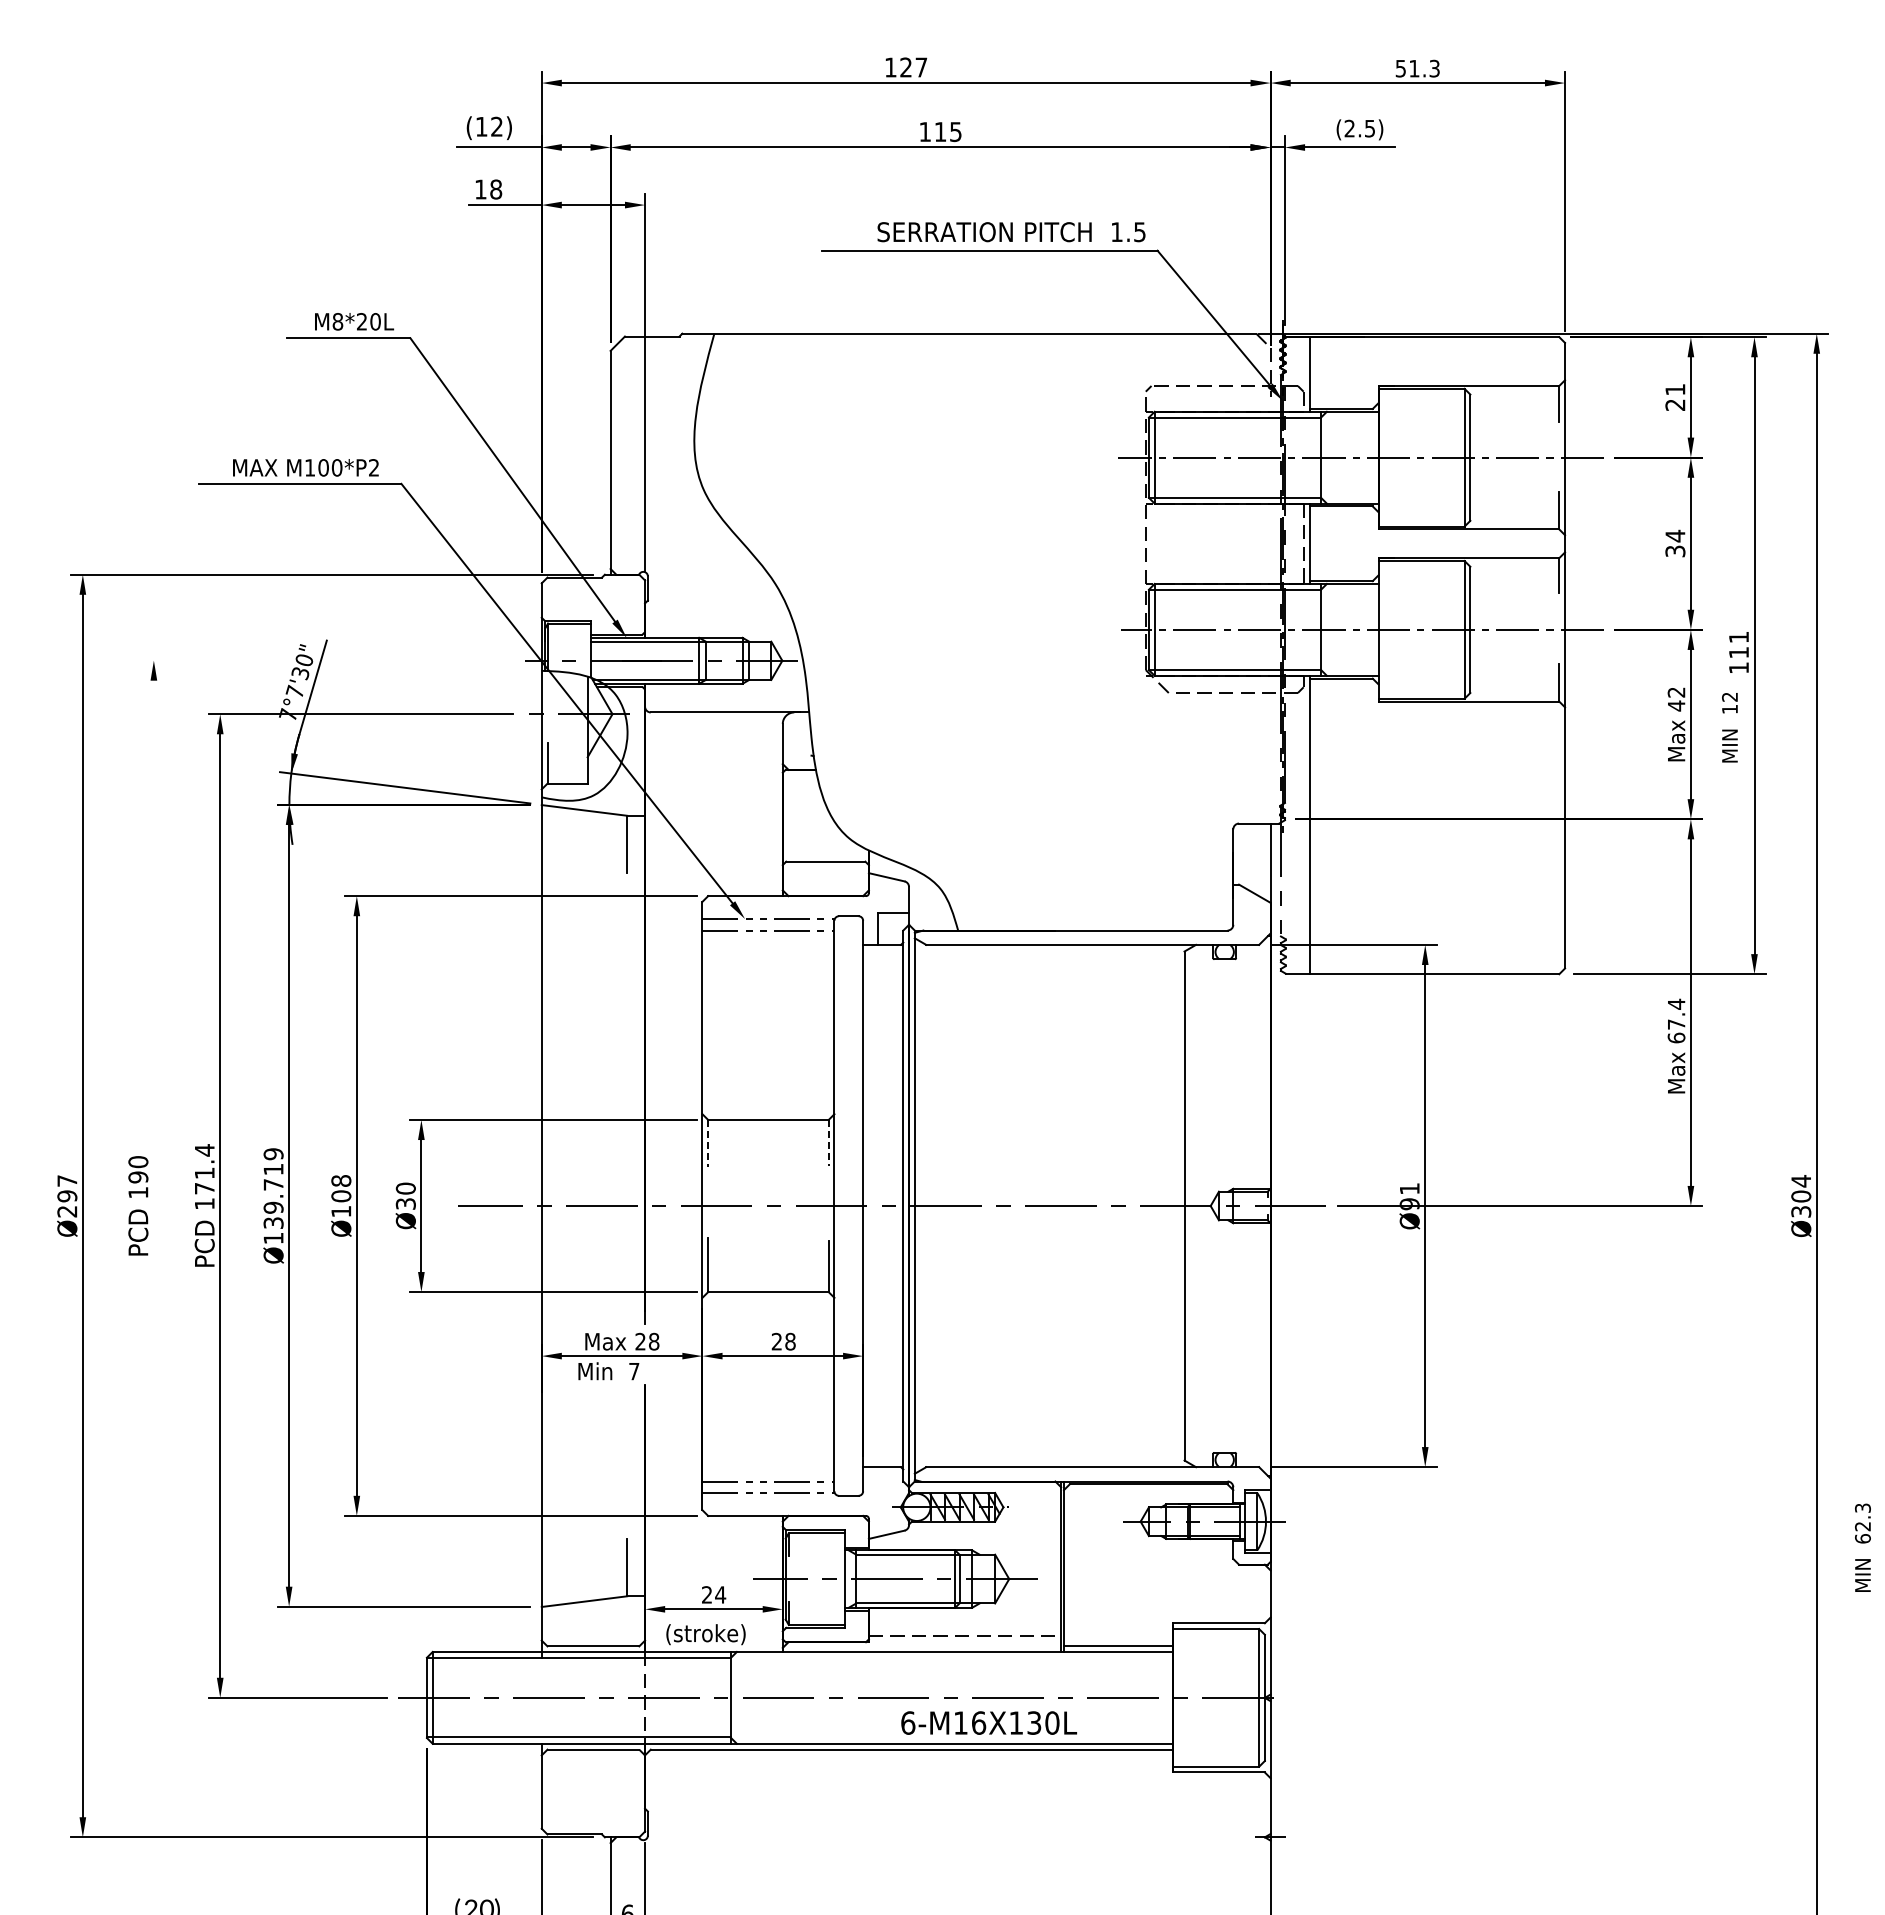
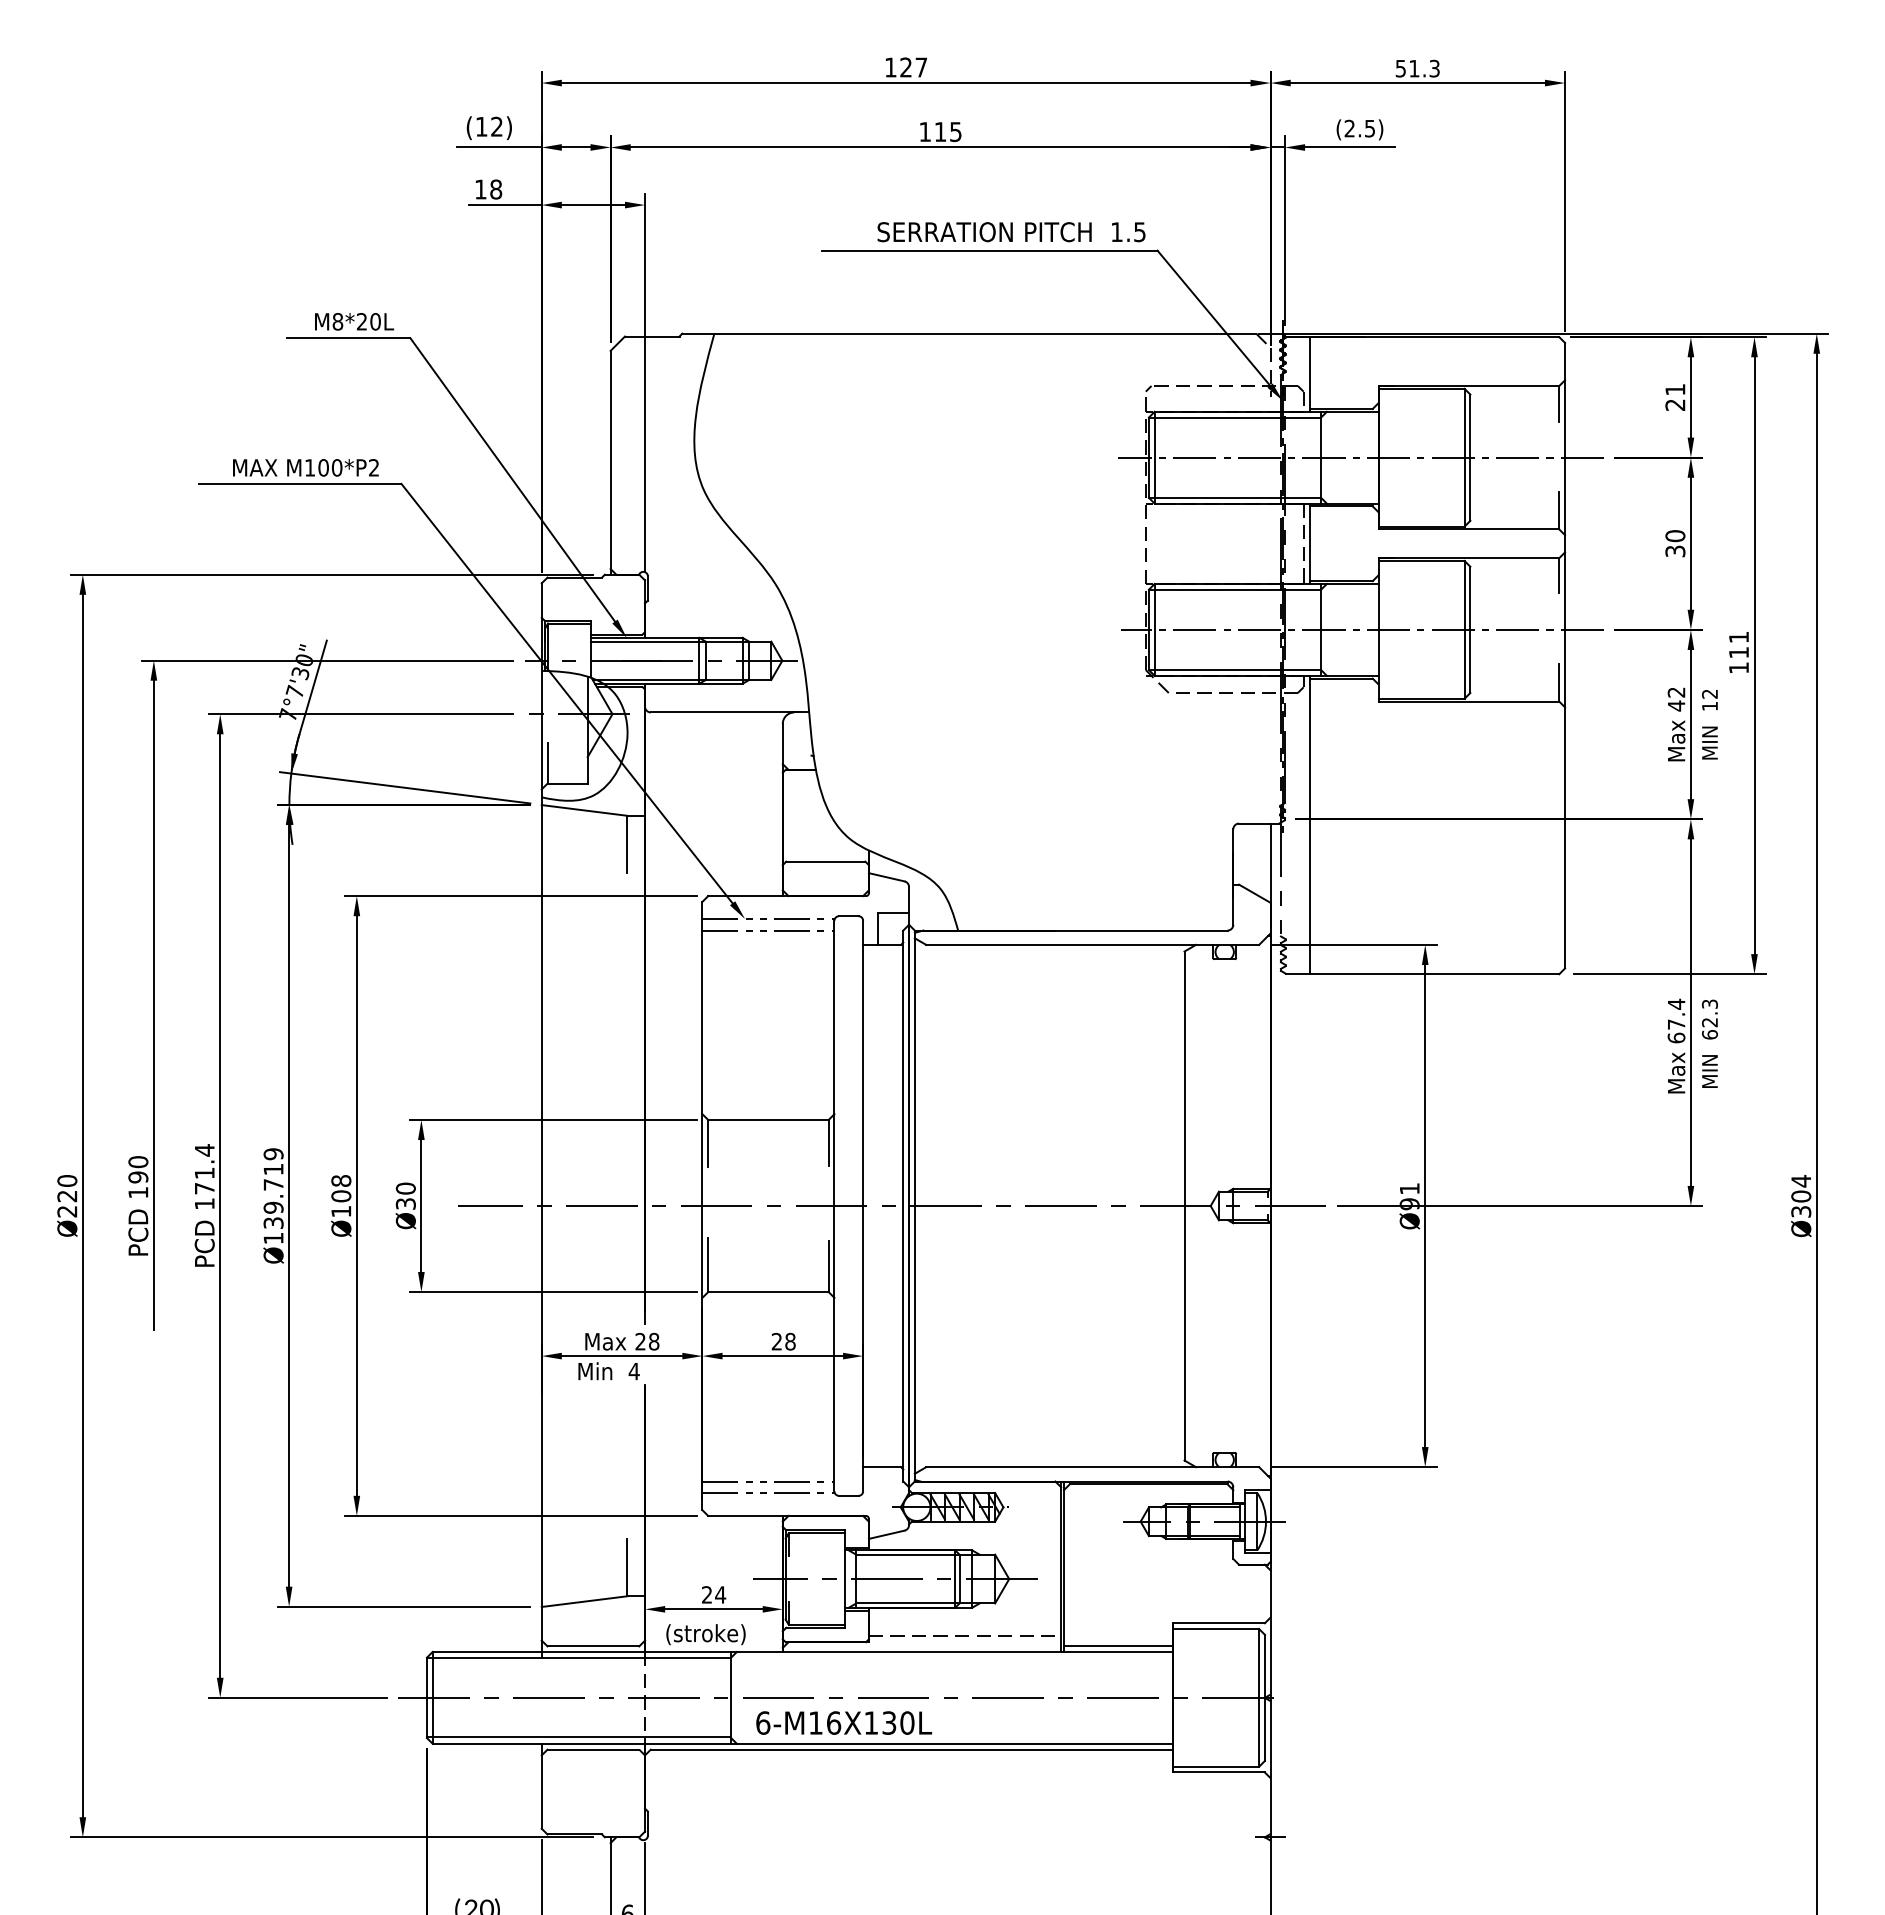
text at (1675, 535): 34 -> 30
line at (327, 660): none -> present
text at (1729, 727) position: (1729, 727) -> (1709, 724)
line at (153, 1004): none -> present
line at (828, 1142): dashed -> solid
line at (708, 1143): dashed -> solid
text at (67, 1188): Ø297 -> Ø220
text at (633, 1371): 7 -> 4
text at (1862, 1547) position: (1862, 1547) -> (1709, 1043)
text at (988, 1722) position: (988, 1722) -> (843, 1722)
